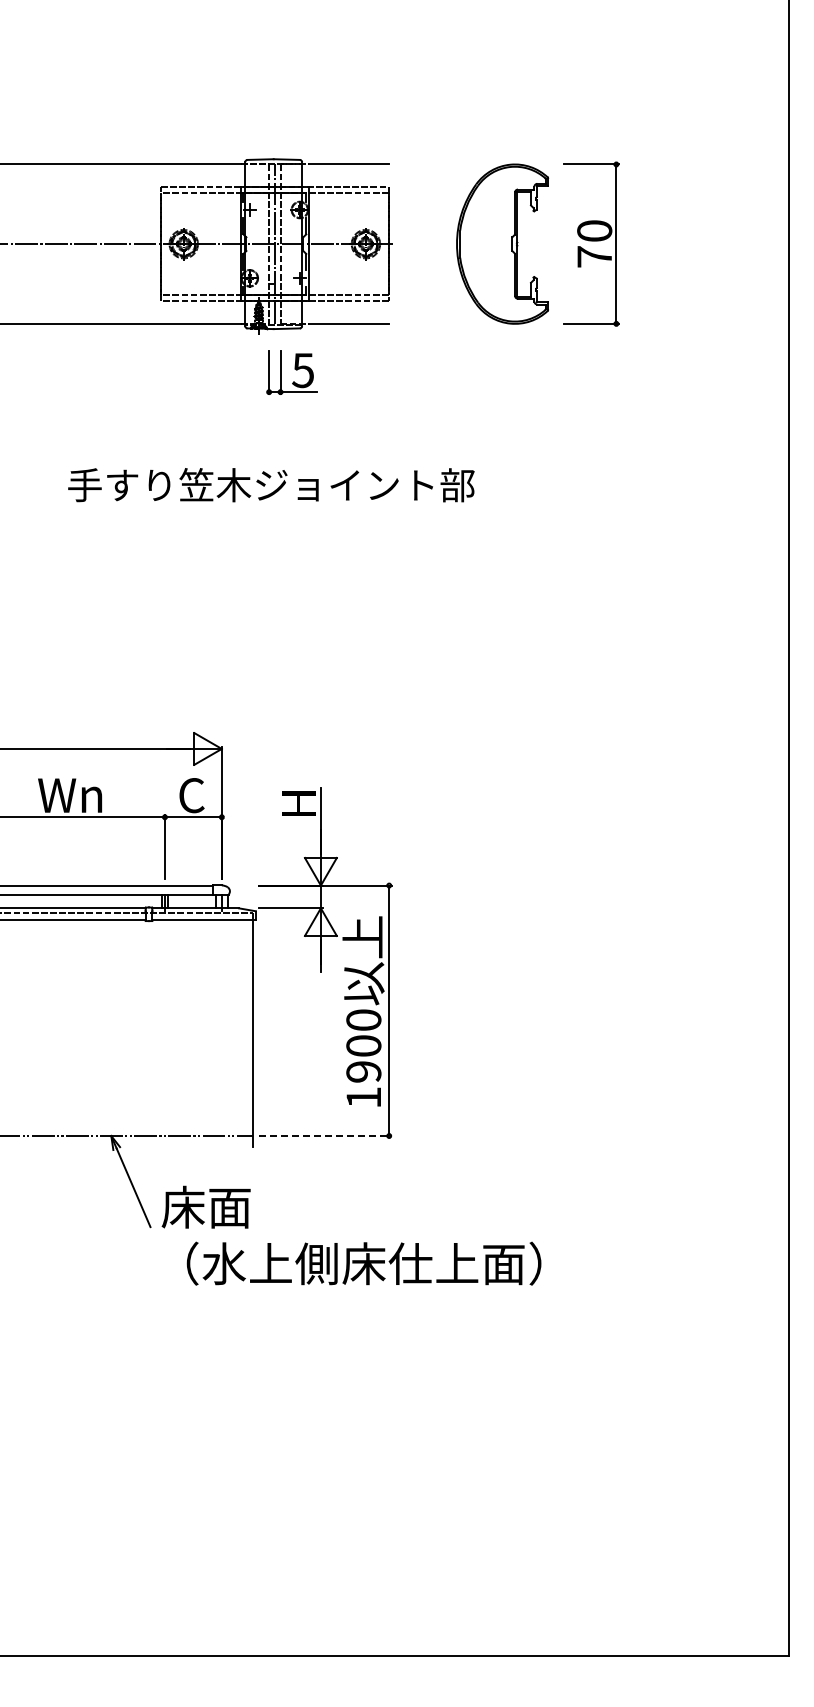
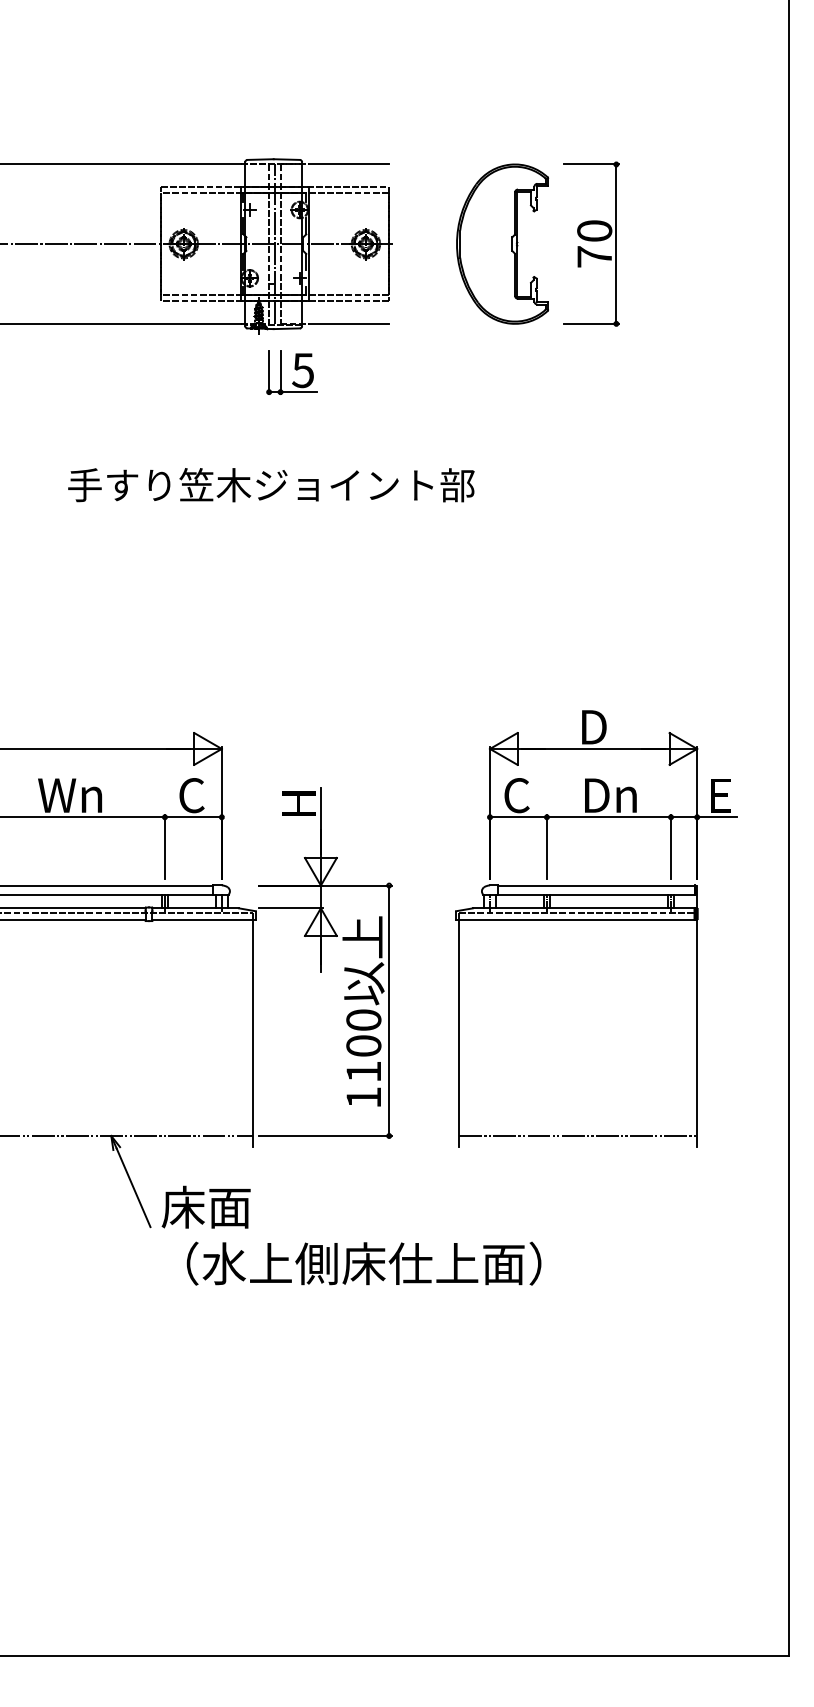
part at (596, 920): none -> present
text at (363, 1071): 1900 -> 1100
line at (325, 1136): dashed -> solid
